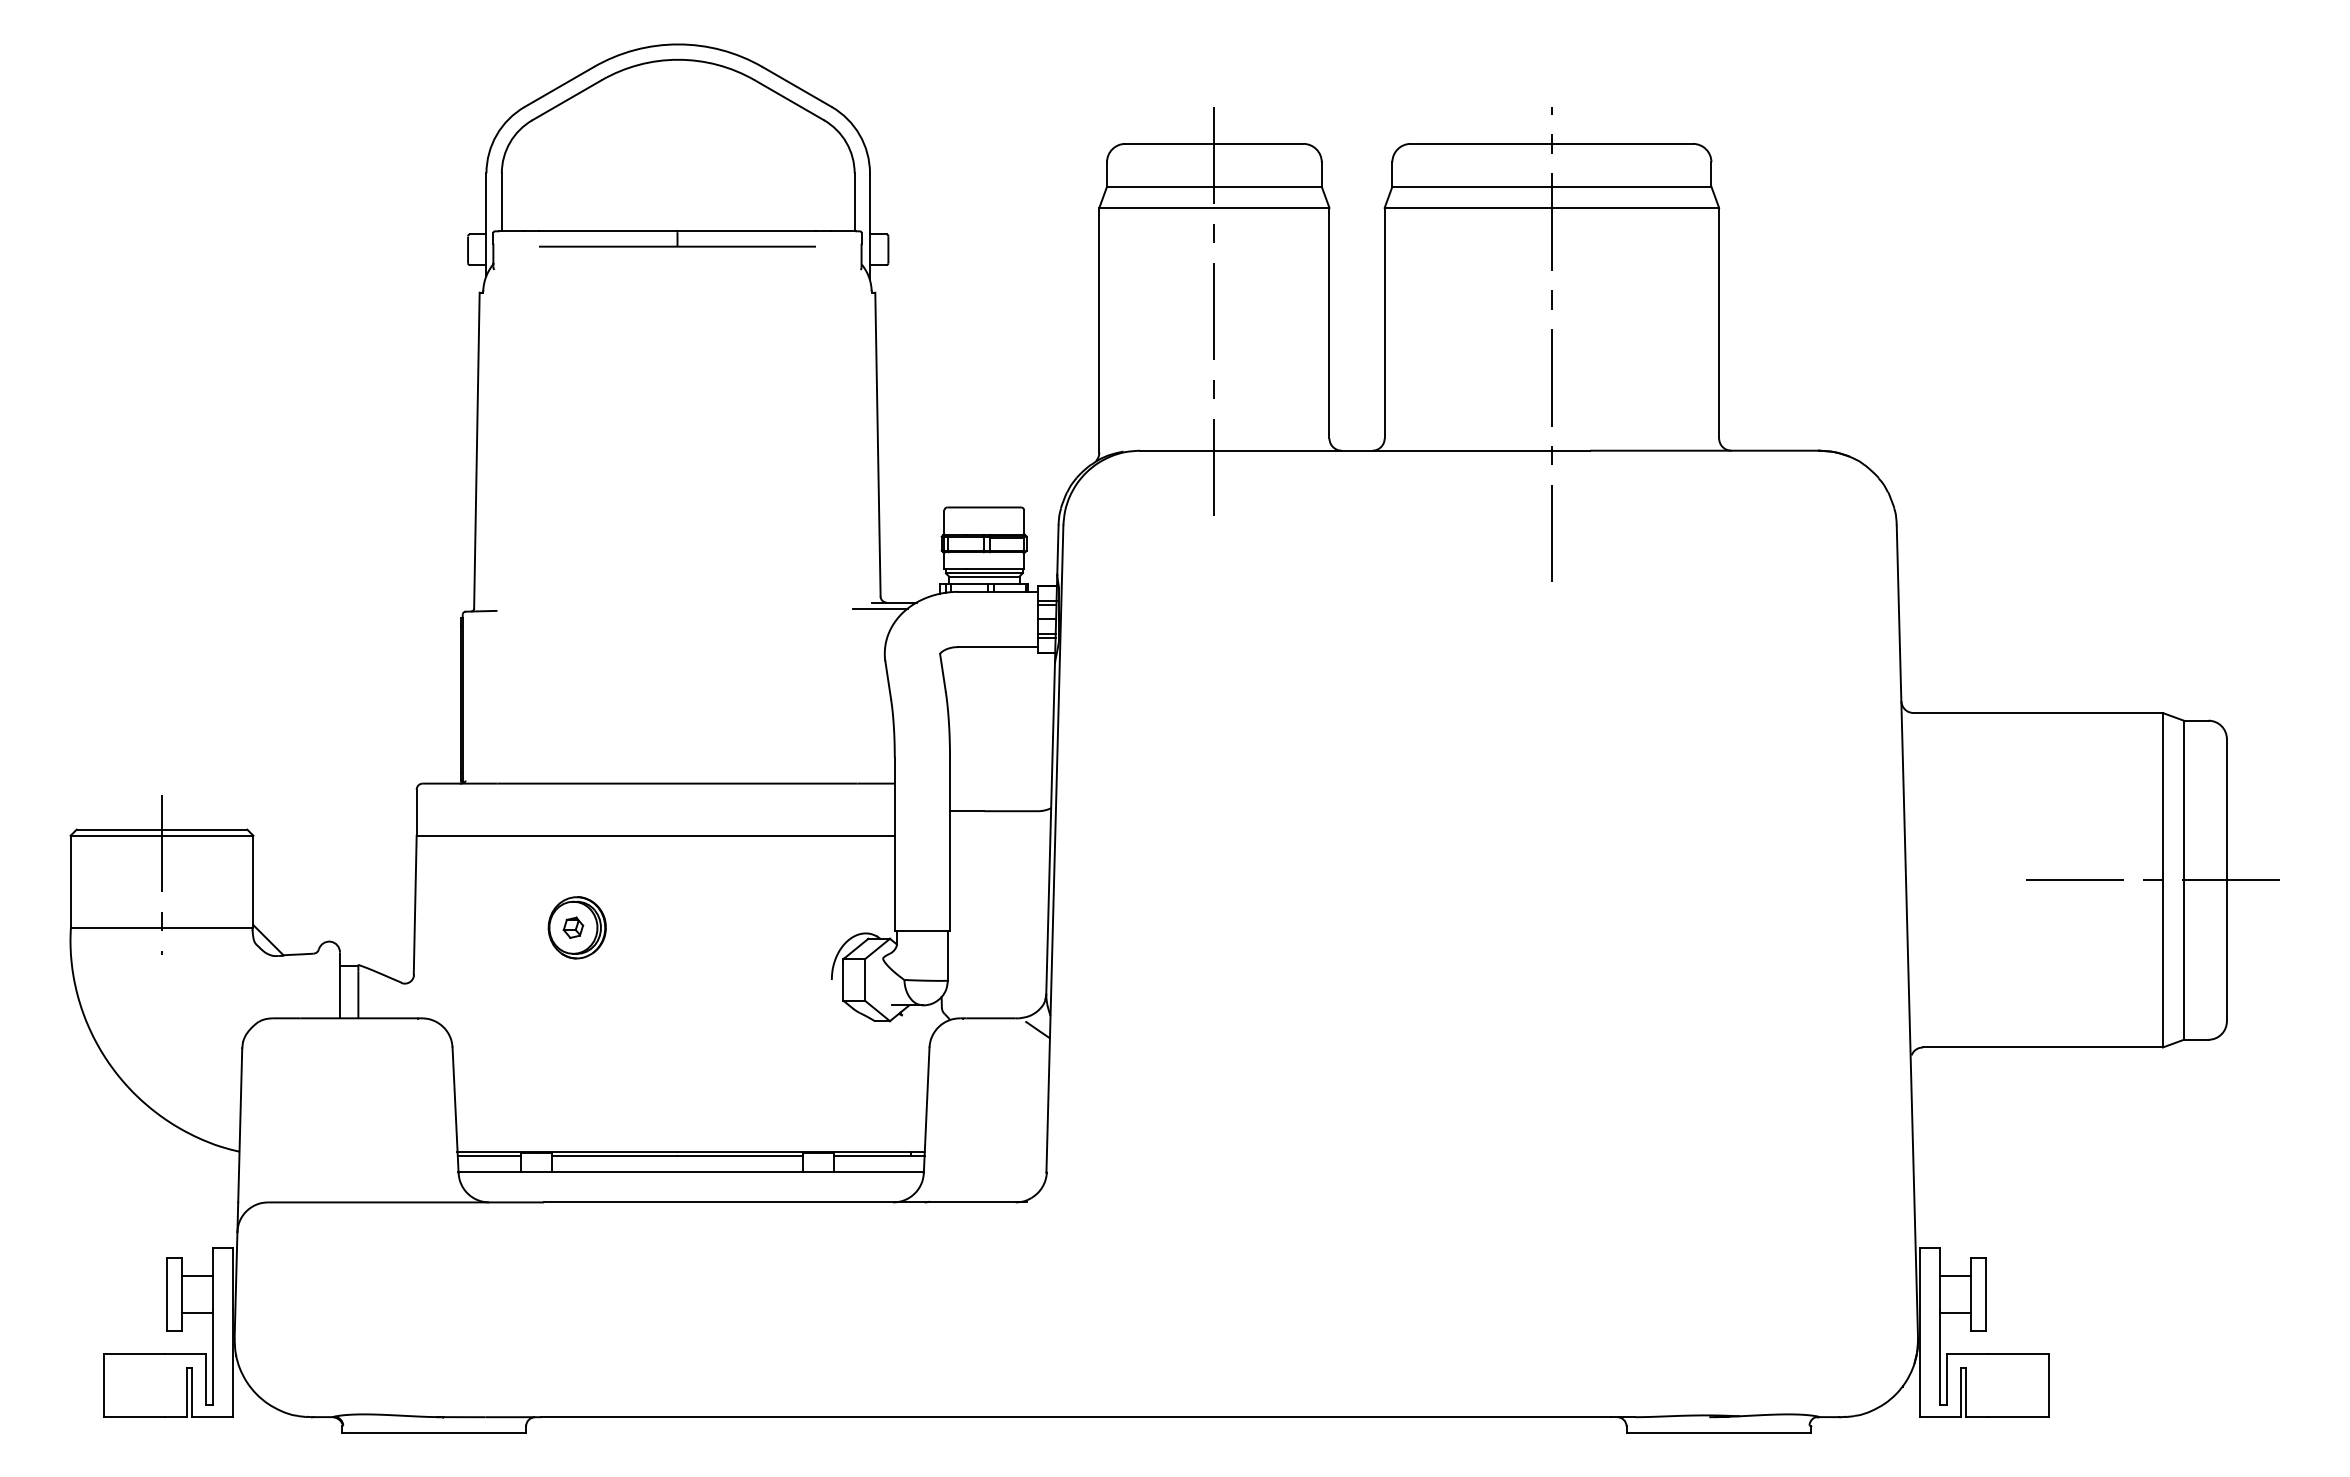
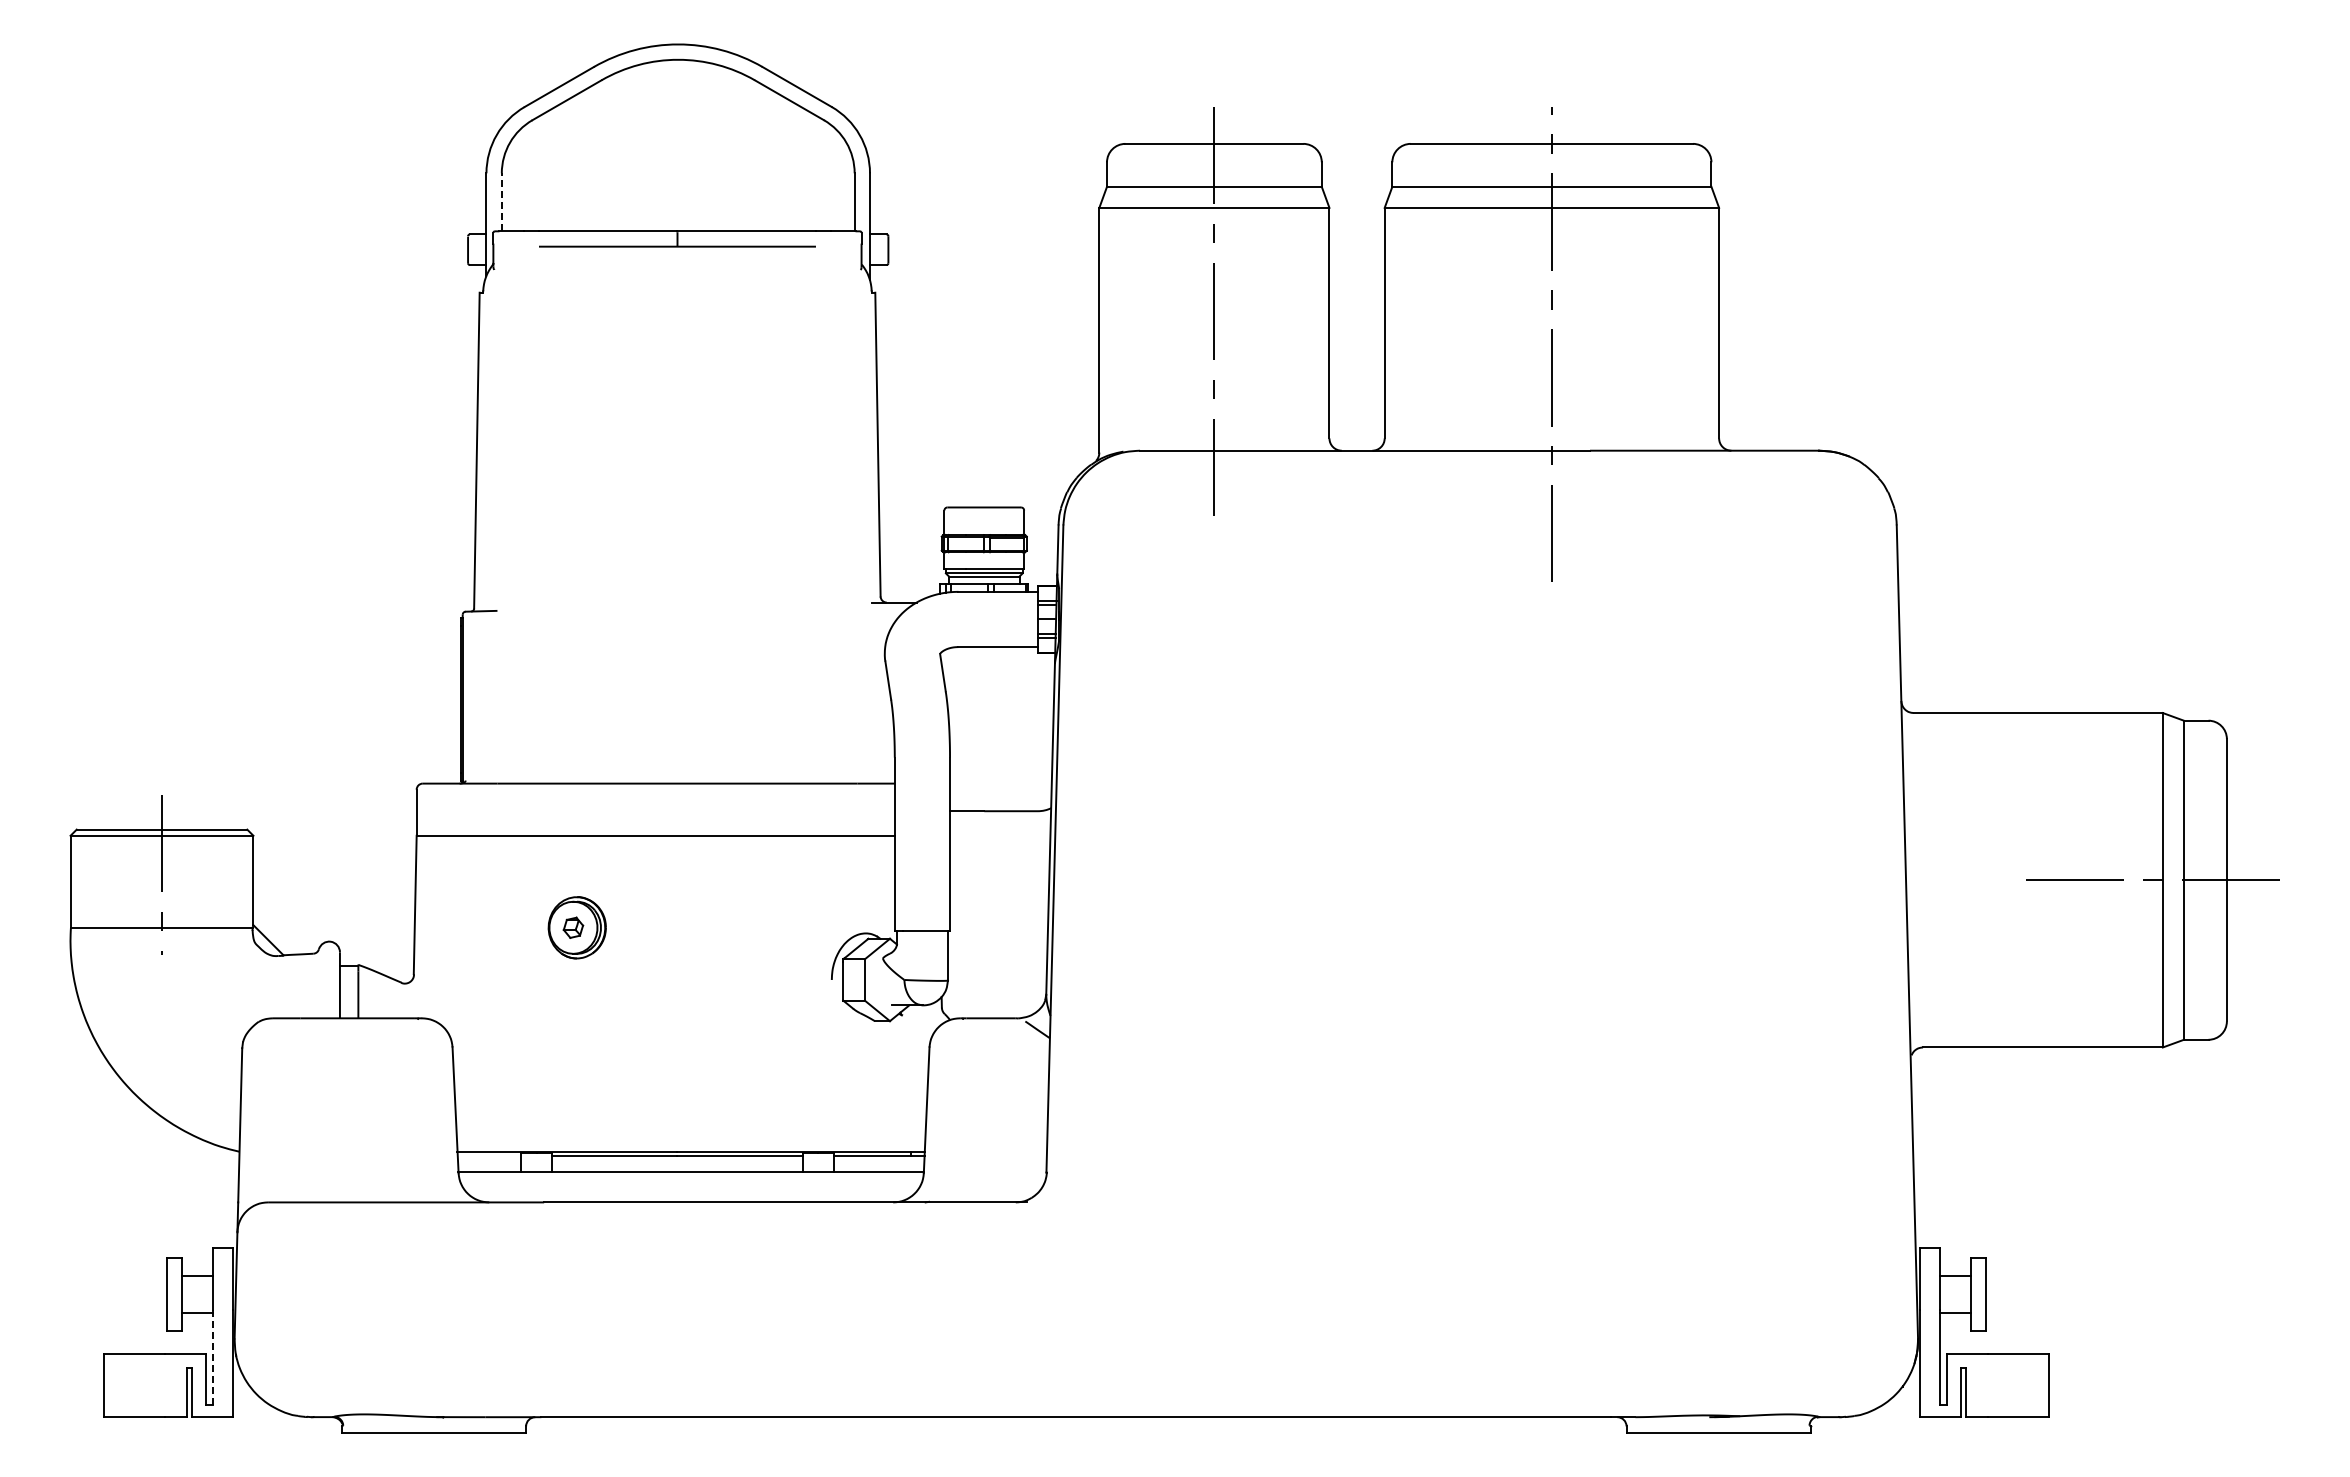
line at (501, 202): solid -> dashed
line at (880, 608): present -> none
line at (489, 1156): present -> none
line at (212, 1357): solid -> dashed
